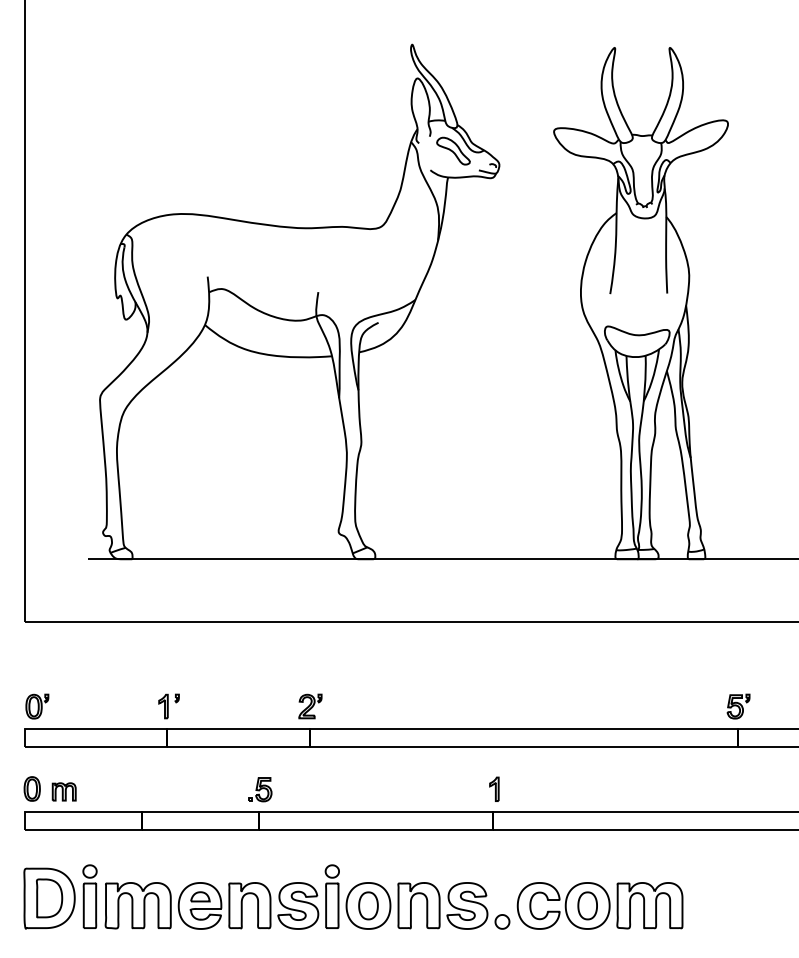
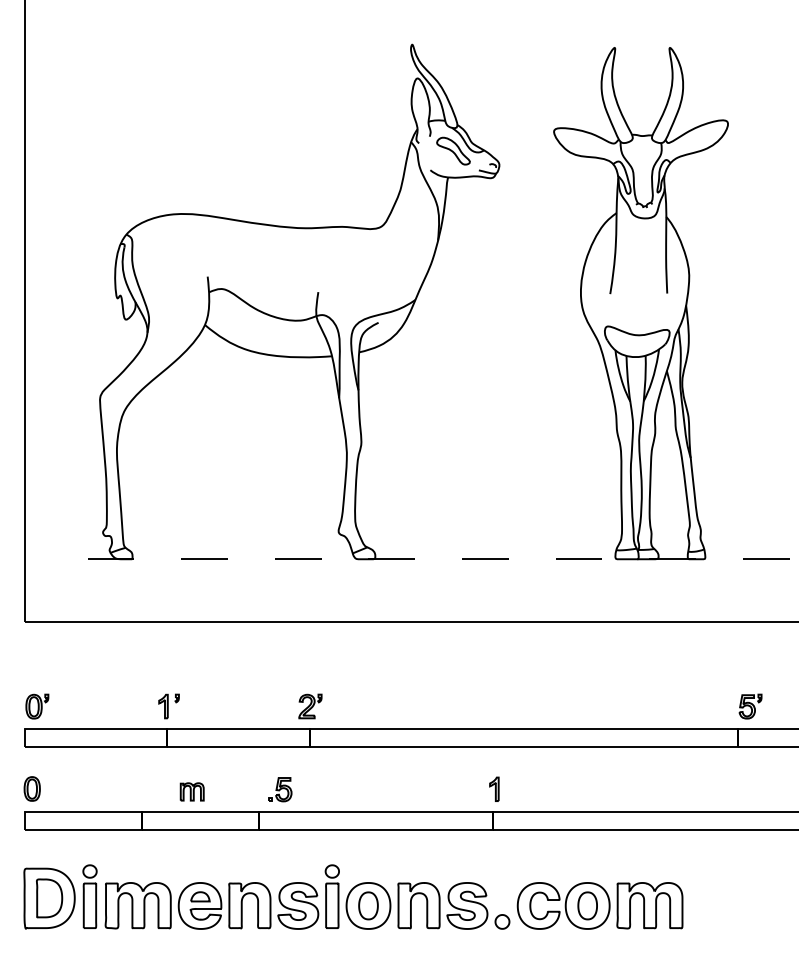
line at (443, 559): solid -> dashed
part at (738, 706) position: (738, 706) -> (750, 706)
part at (260, 789) position: (260, 789) -> (280, 789)
part at (63, 791) position: (63, 791) -> (191, 791)
